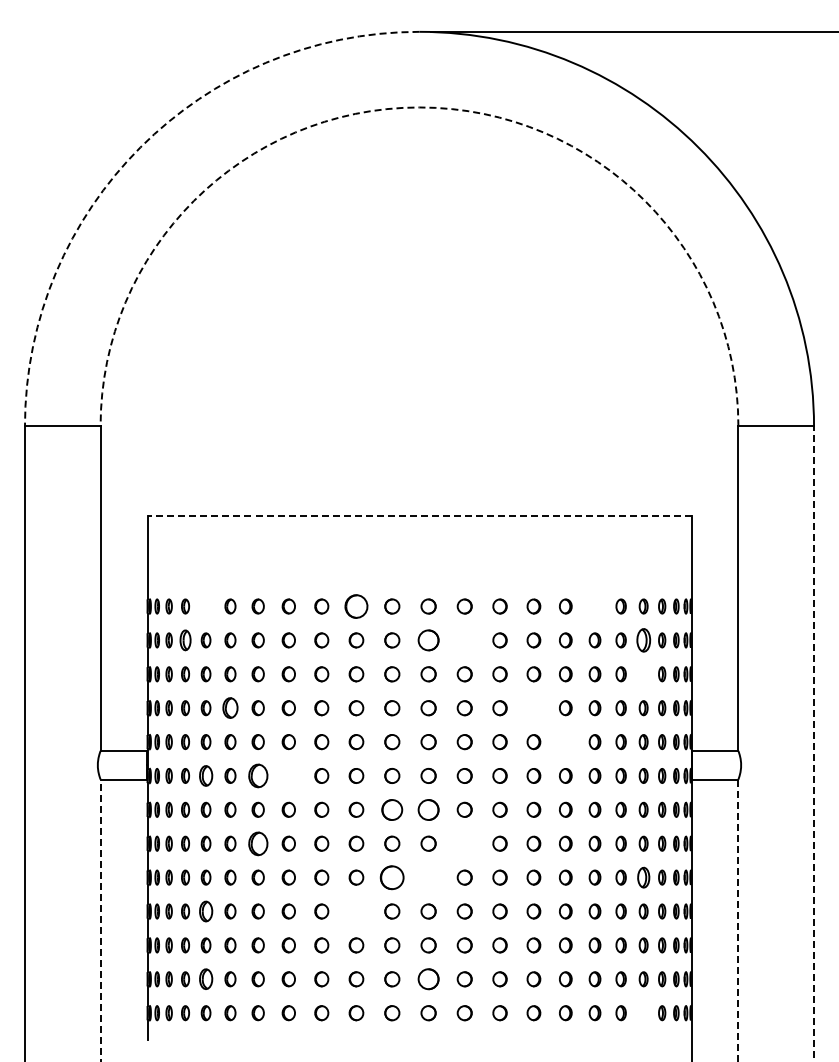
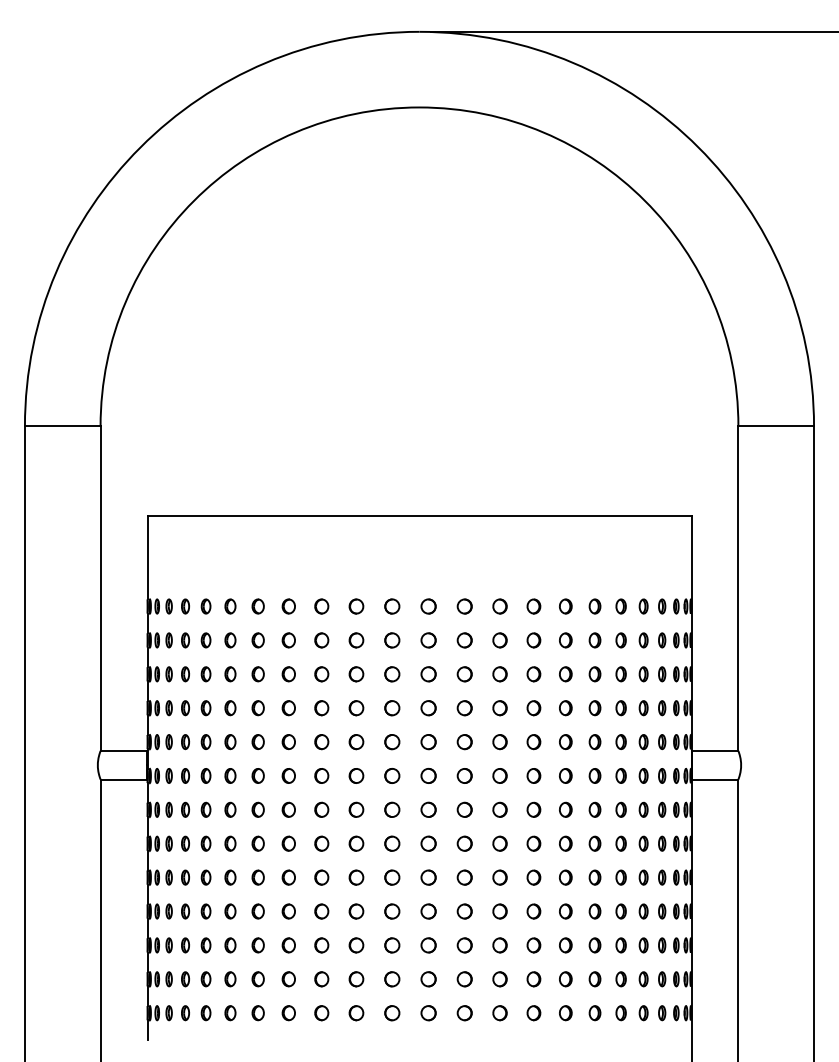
arc at (419, 107): dashed -> solid
arc at (140, 147): dashed -> solid
line at (419, 515): dashed -> solid
part at (205, 606): none -> present
part at (356, 606) size: 25x25 px -> 17x17 px
part at (594, 606): none -> present
part at (185, 640) size: 13x23 px -> 9x17 px
circle at (428, 640) size: 23x23 px -> 17x17 px
circle at (464, 640): none -> present
part at (643, 640) size: 16x25 px -> 11x17 px
part at (643, 674): none -> present
part at (230, 707) size: 17x22 px -> 13x17 px
part at (533, 708): none -> present
part at (565, 742): none -> present
line at (814, 743): dashed -> solid
part at (206, 775) size: 15x22 px -> 12x16 px
part at (258, 775) size: 21x26 px -> 14x16 px
part at (288, 775): none -> present
circle at (392, 809) size: 23x22 px -> 17x17 px
circle at (428, 809) size: 23x22 px -> 17x17 px
part at (258, 843) size: 21x26 px -> 14x17 px
circle at (464, 843): none -> present
circle at (391, 877) size: 26x26 px -> 17x17 px
circle at (428, 877): none -> present
part at (643, 877) size: 14x23 px -> 11x17 px
part at (206, 911) size: 15x23 px -> 12x17 px
part at (356, 911): none -> present
line at (100, 920): dashed -> solid
line at (738, 920): dashed -> solid
part at (206, 978) size: 15x22 px -> 12x17 px
circle at (428, 979) size: 23x23 px -> 17x17 px
part at (643, 1013): none -> present
